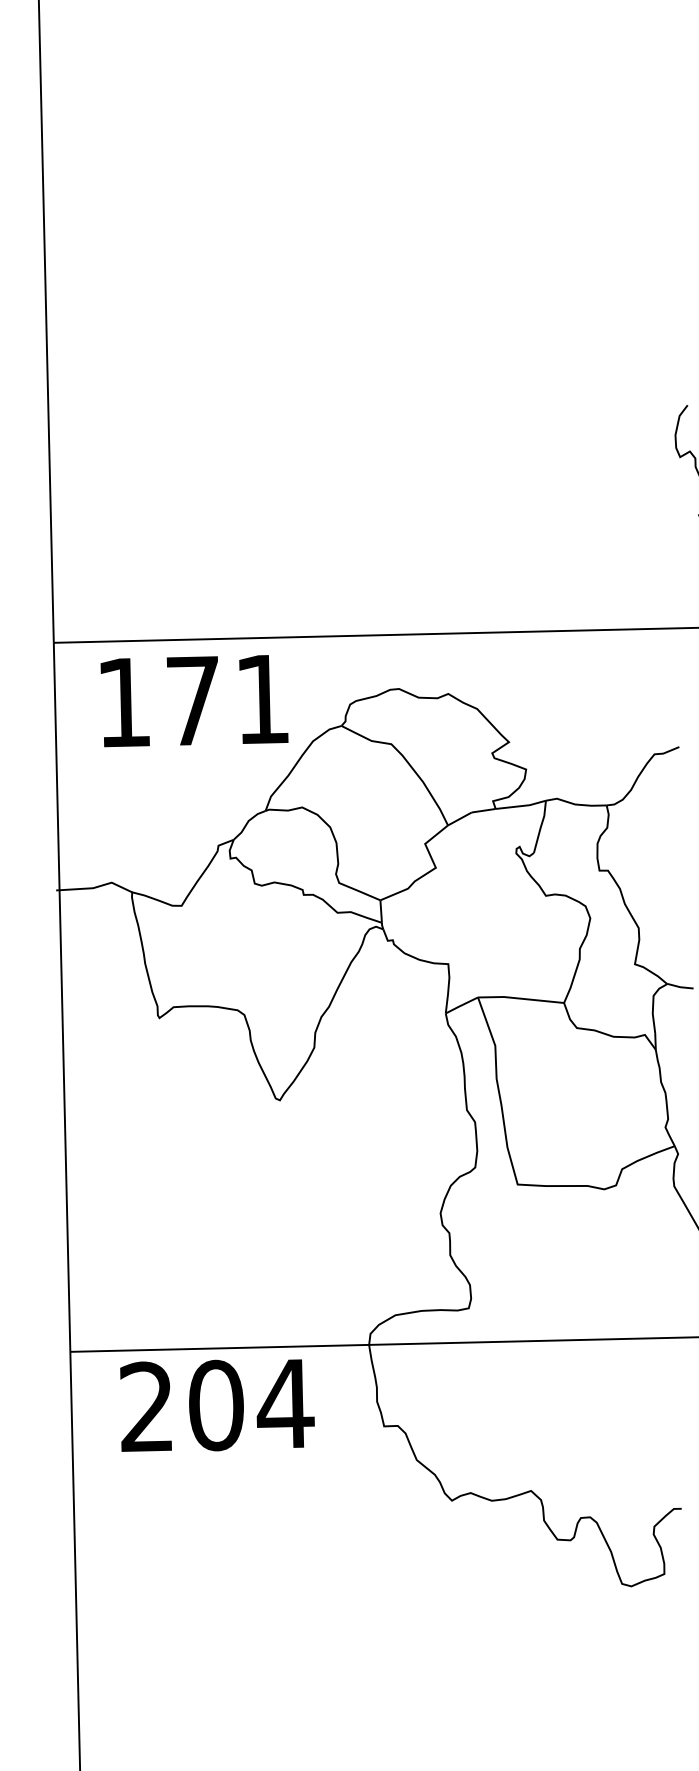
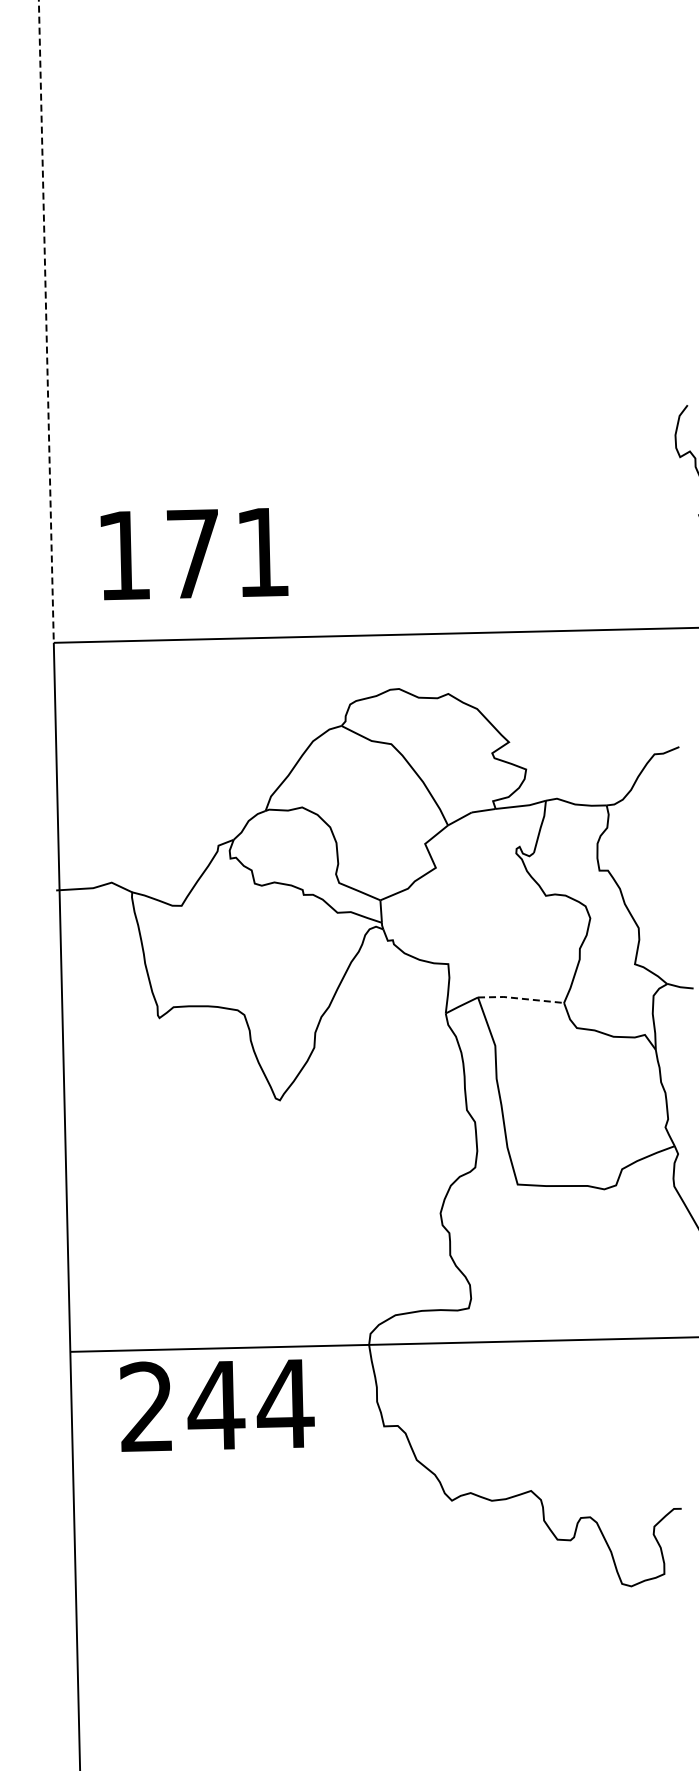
line at (46, 322): solid -> dashed
text at (194, 701) position: (194, 701) -> (194, 554)
line at (520, 998): solid -> dashed
text at (216, 1405): 204 -> 244
